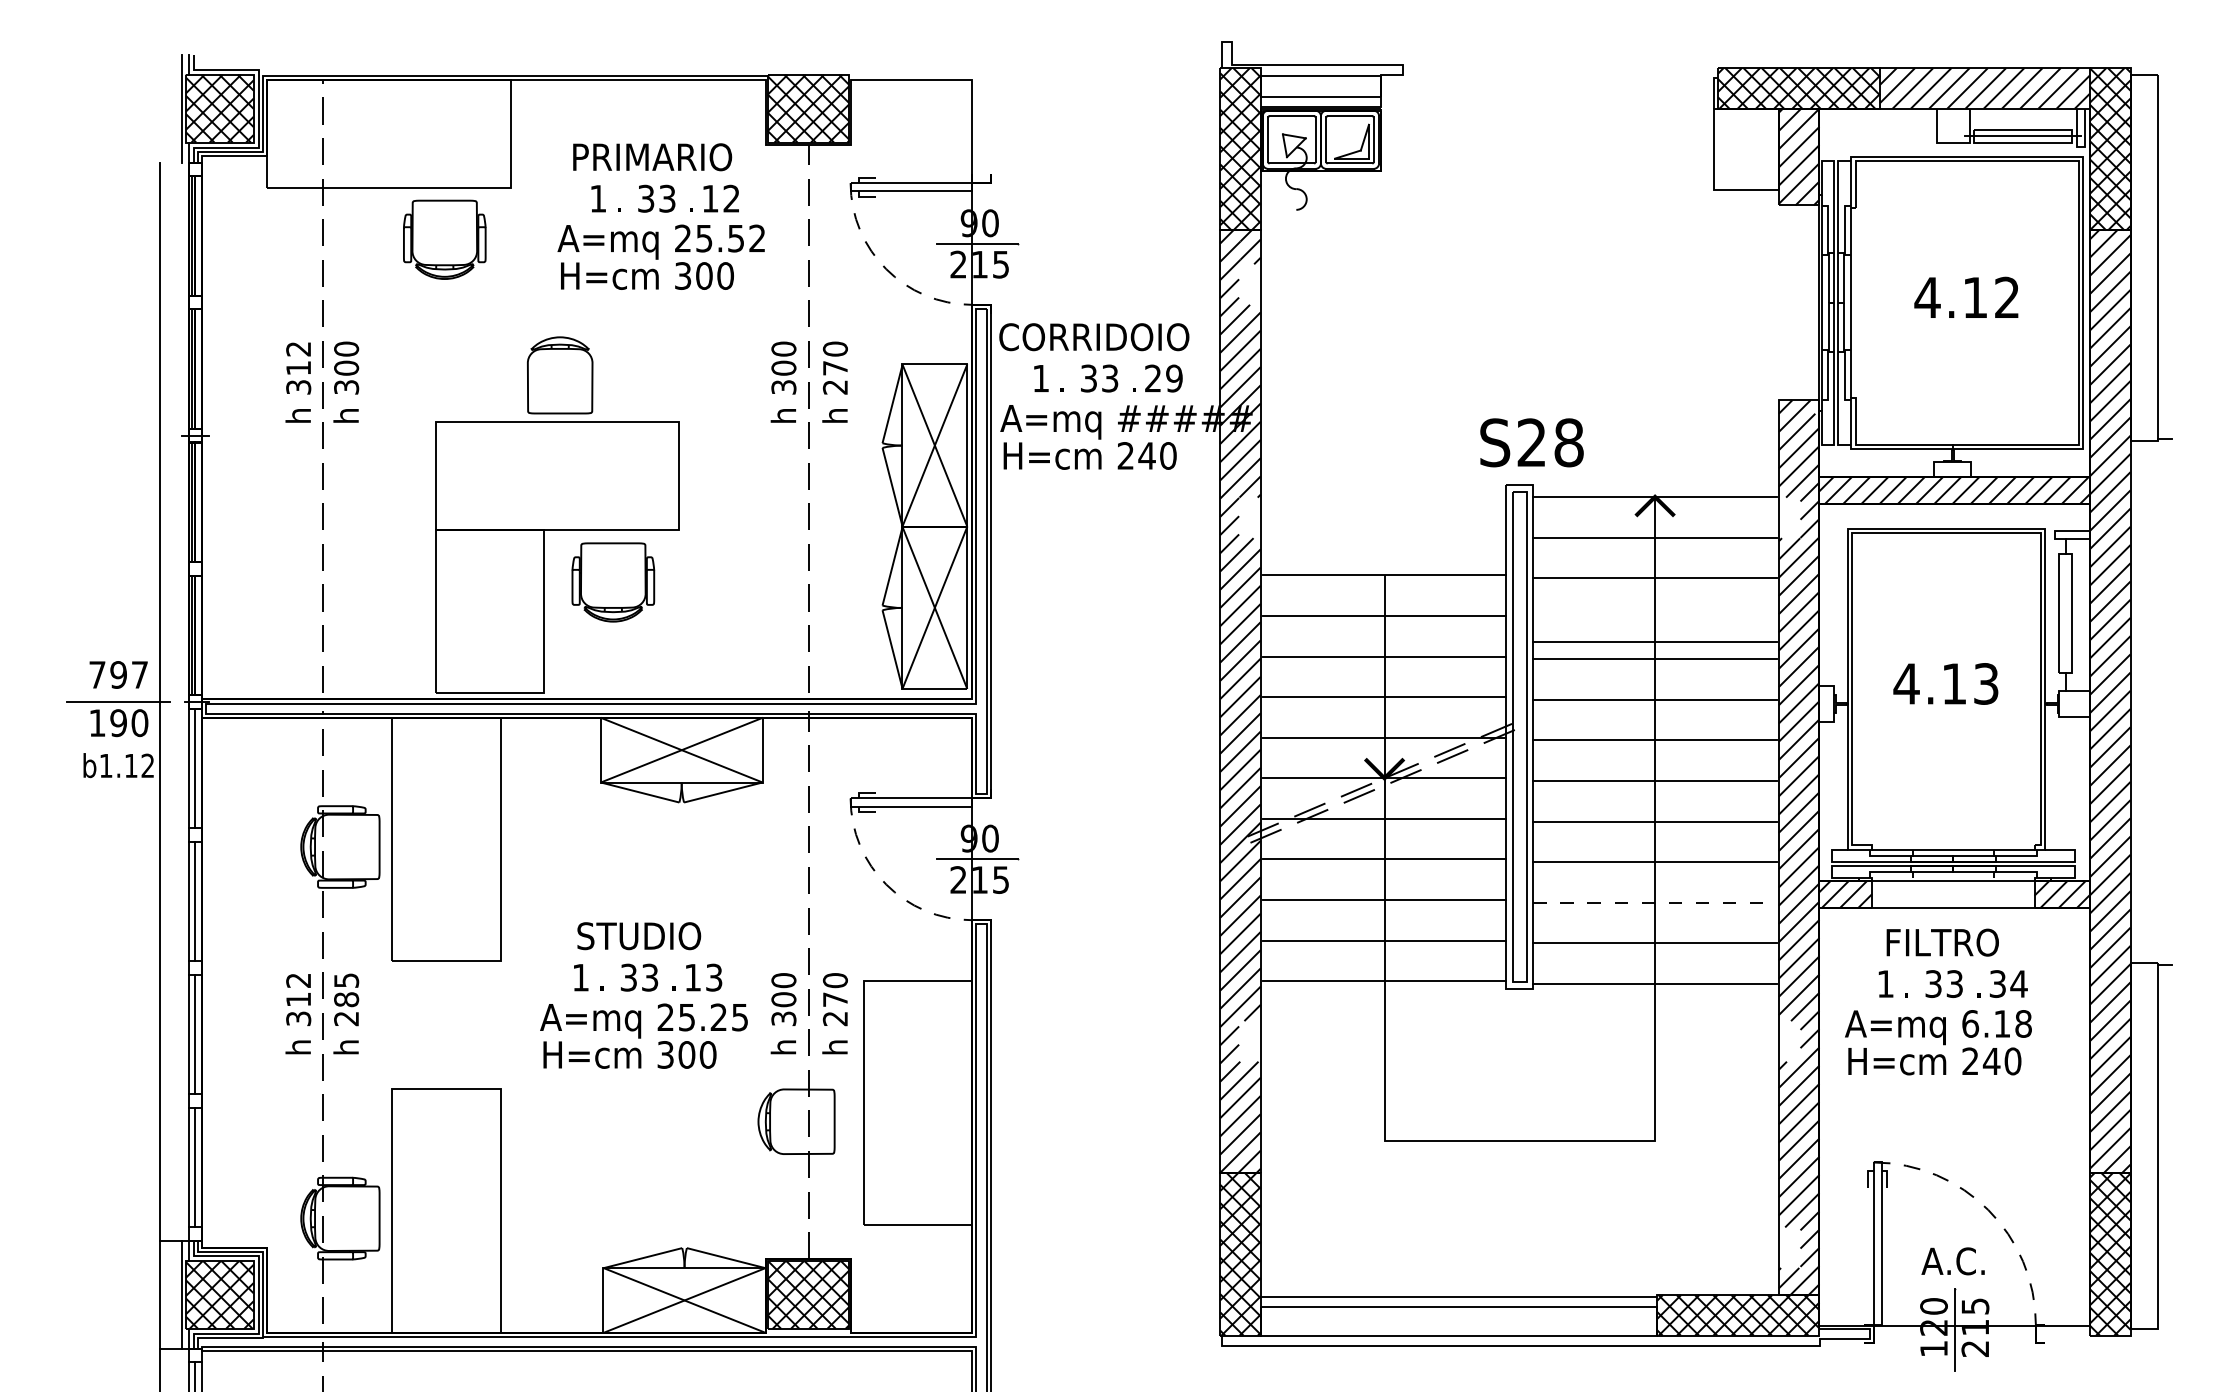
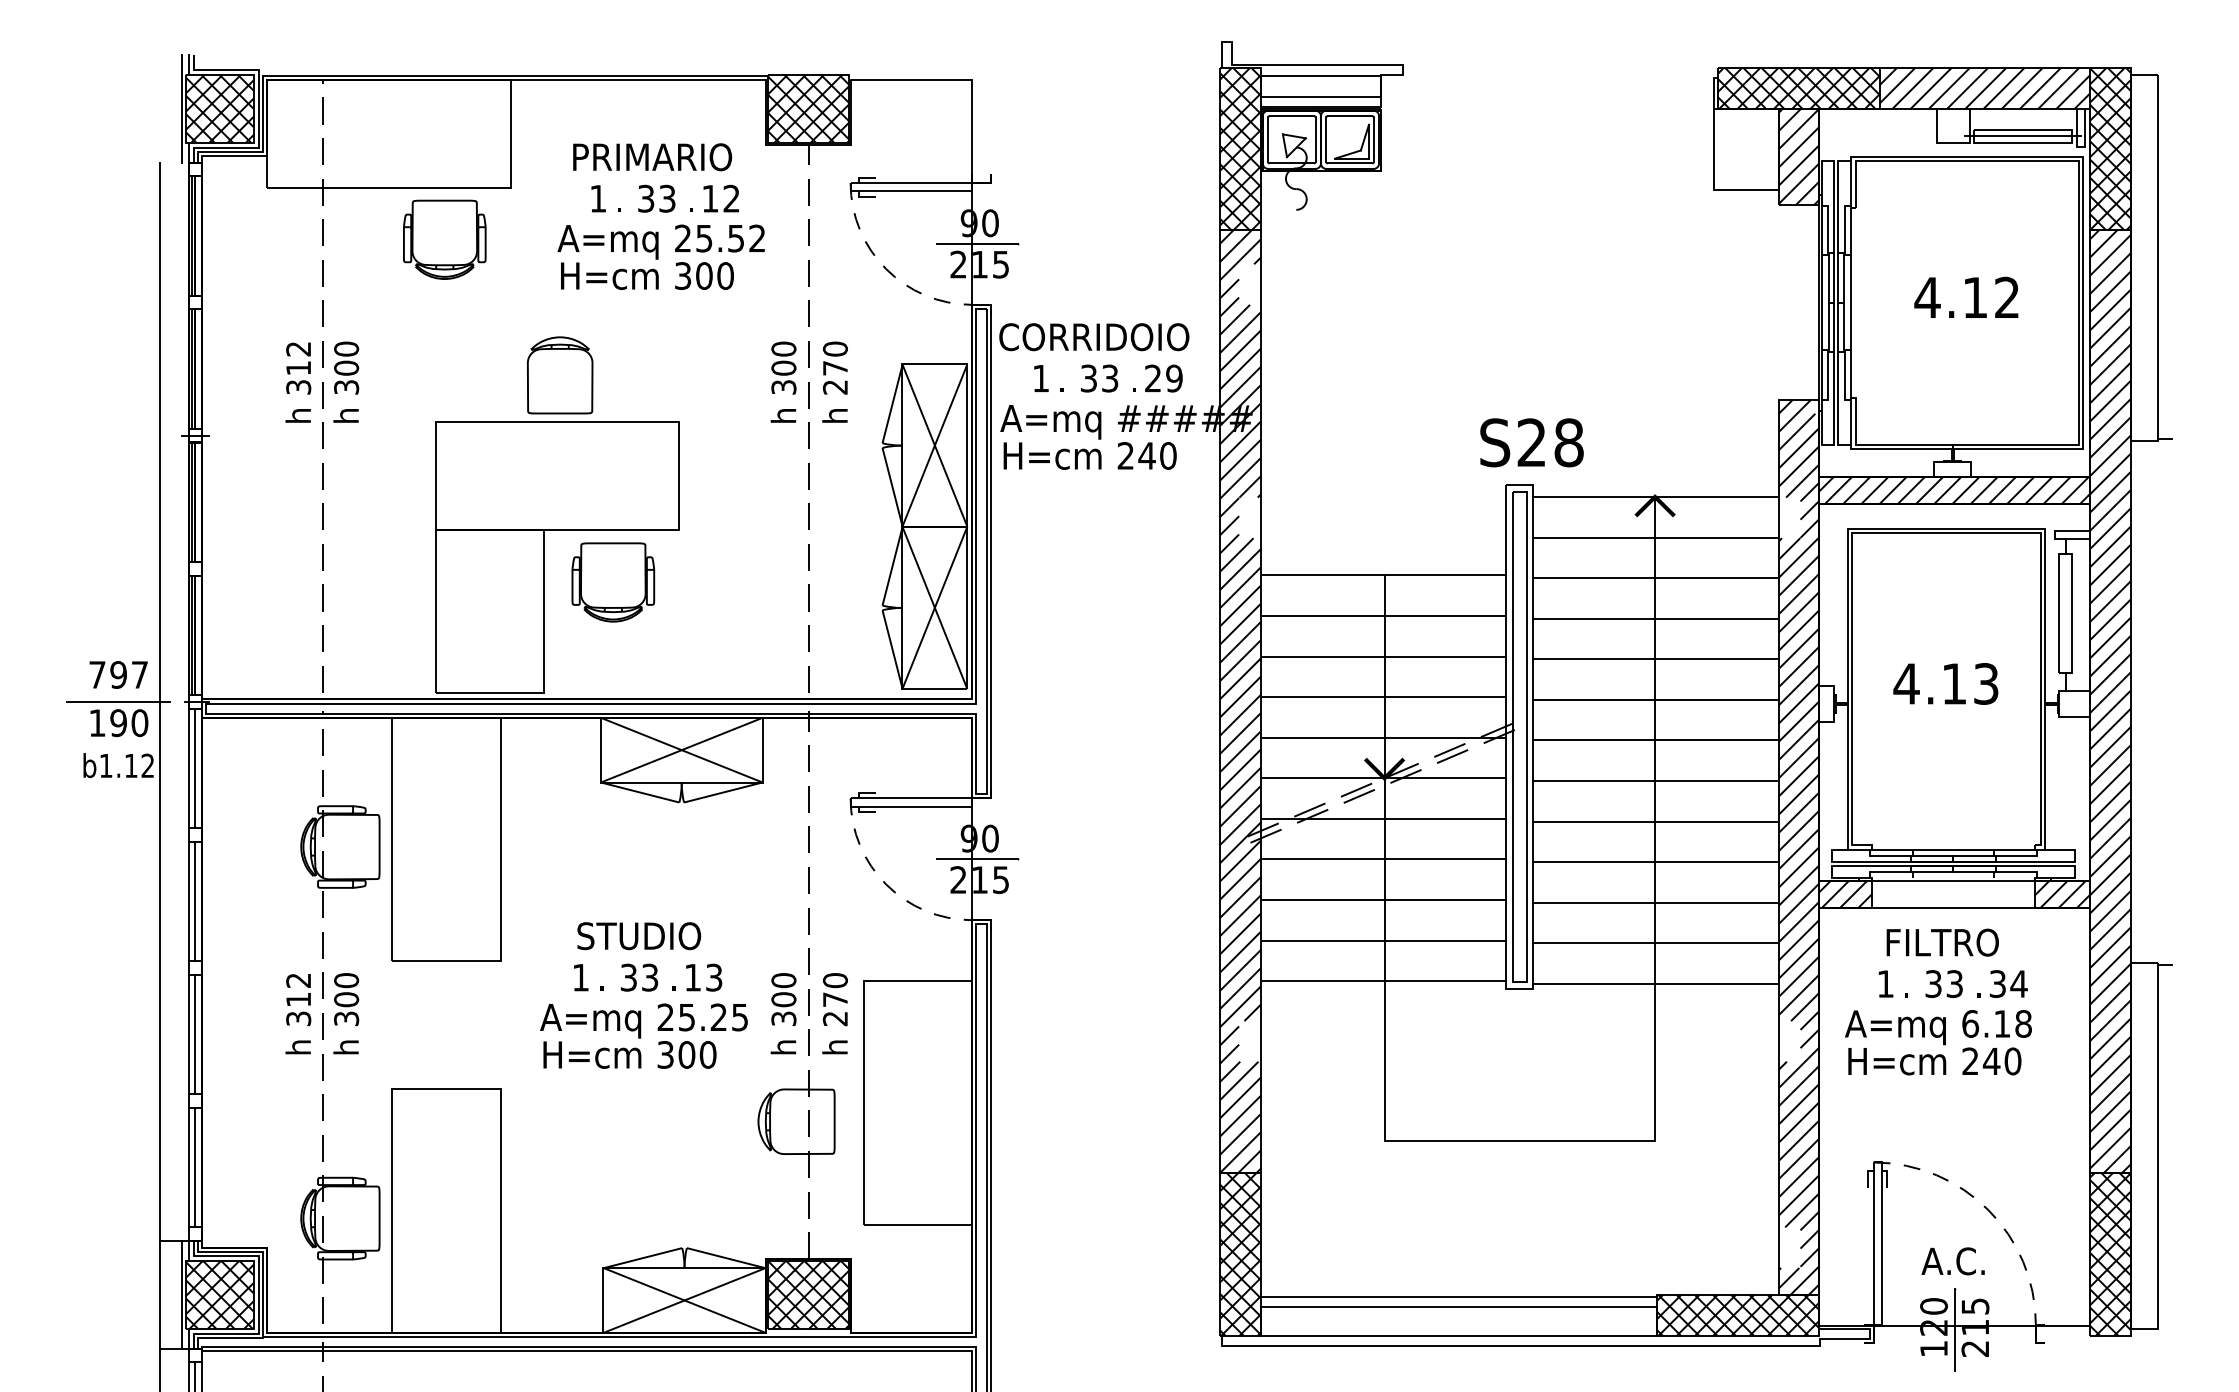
line at (1654, 641) position: (1654, 641) -> (1654, 618)
line at (1655, 902): dashed -> solid
text at (346, 999): 285 -> 300
